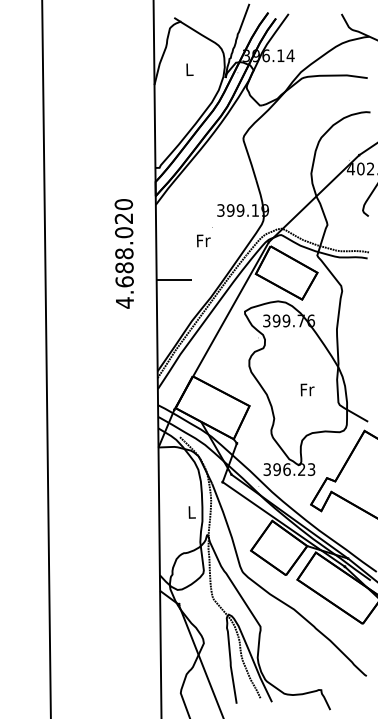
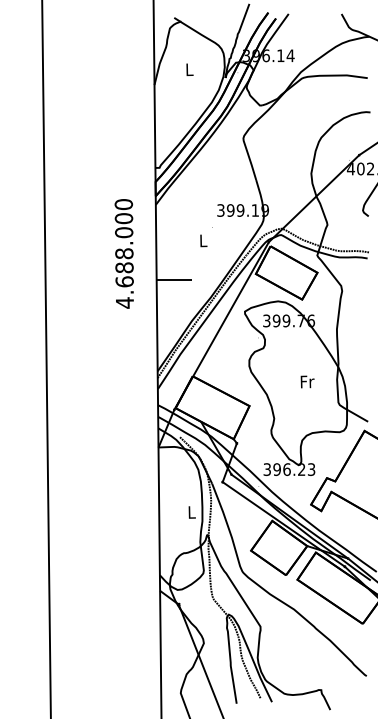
text at (123, 218): 4.688.020 -> 4.688.000
text at (203, 240): Fr -> L
text at (307, 389) position: (307, 389) -> (307, 381)
